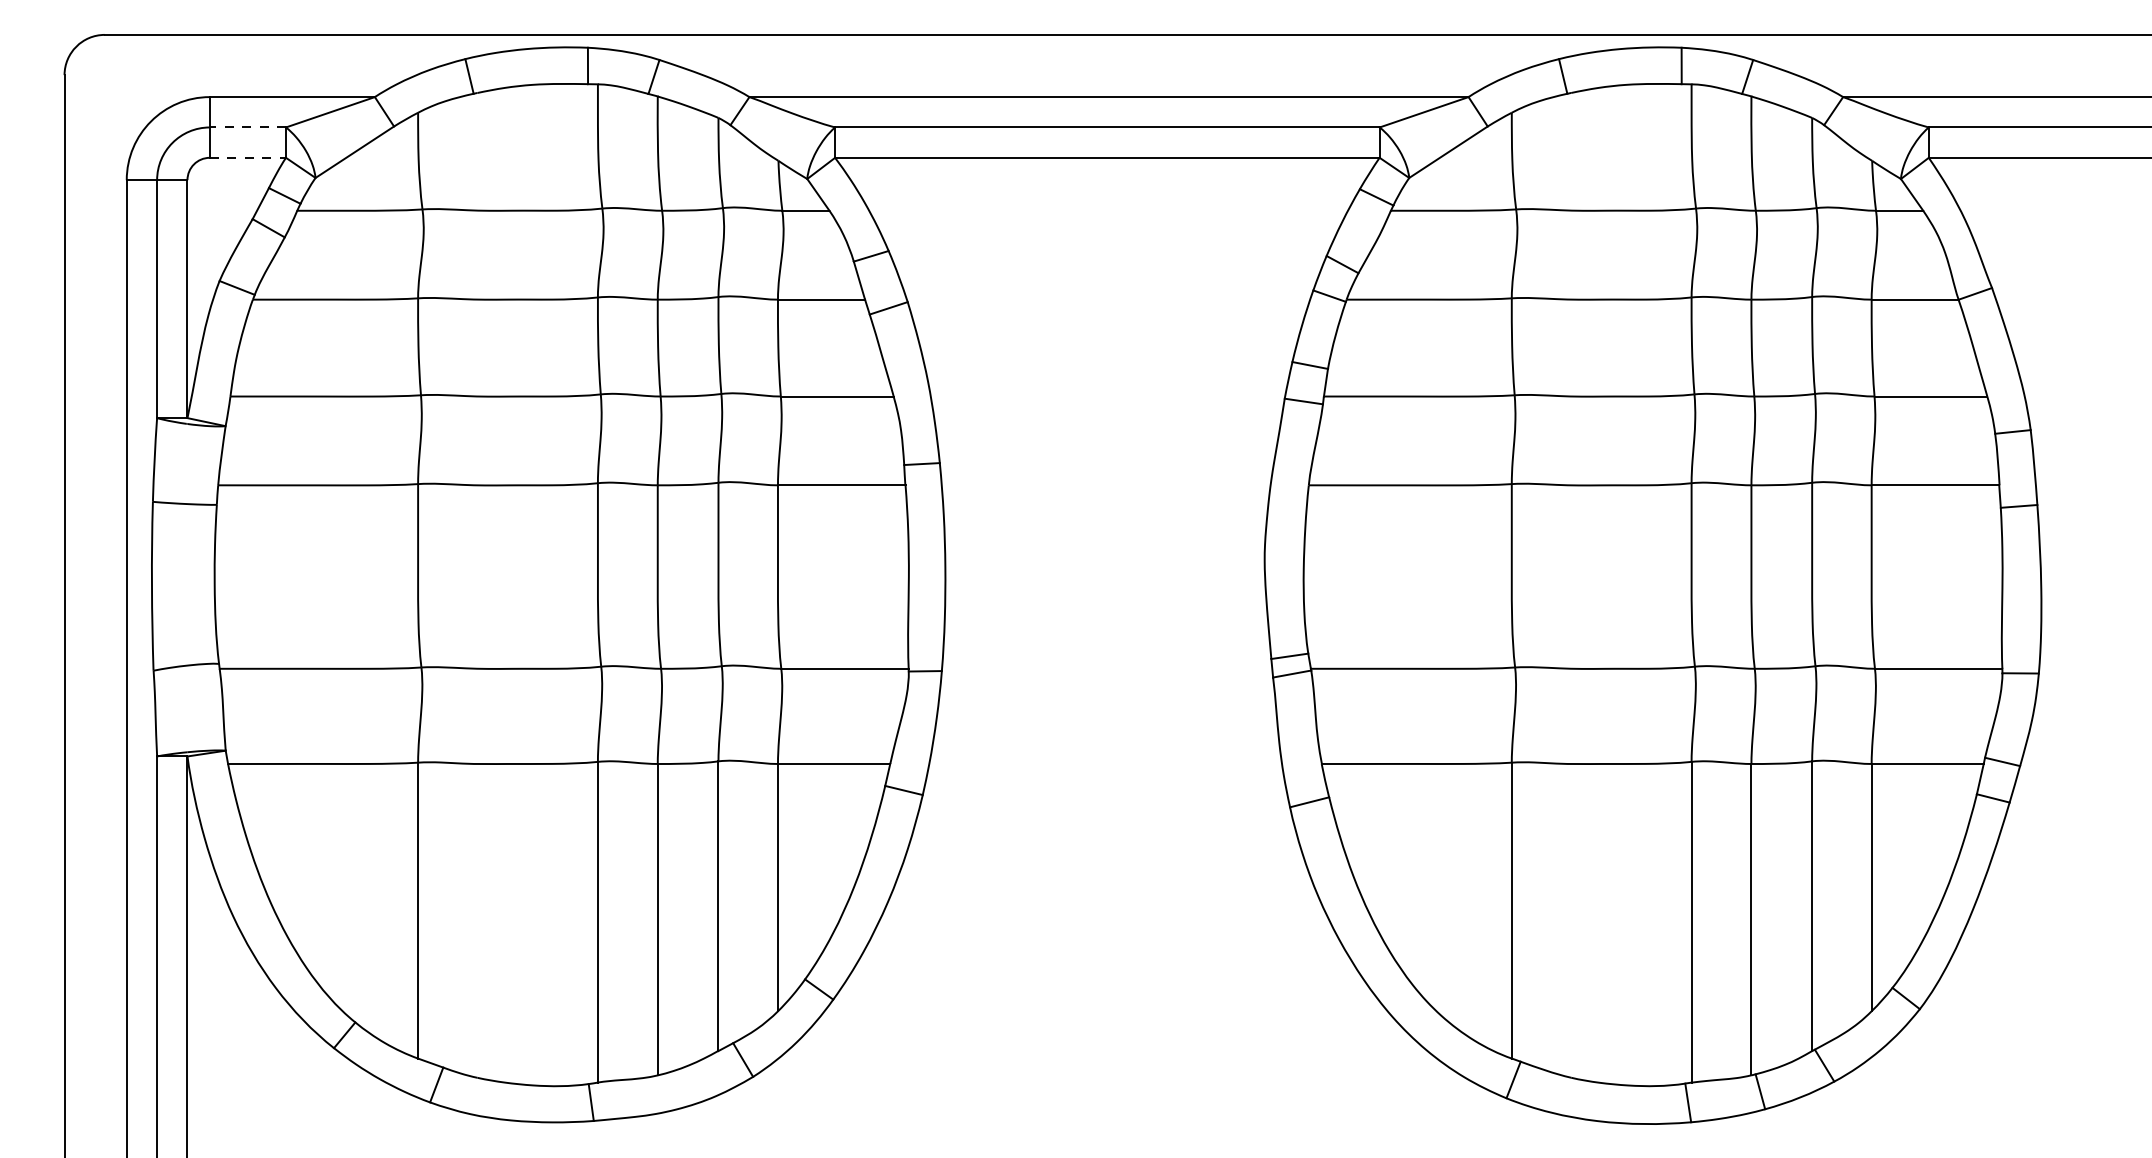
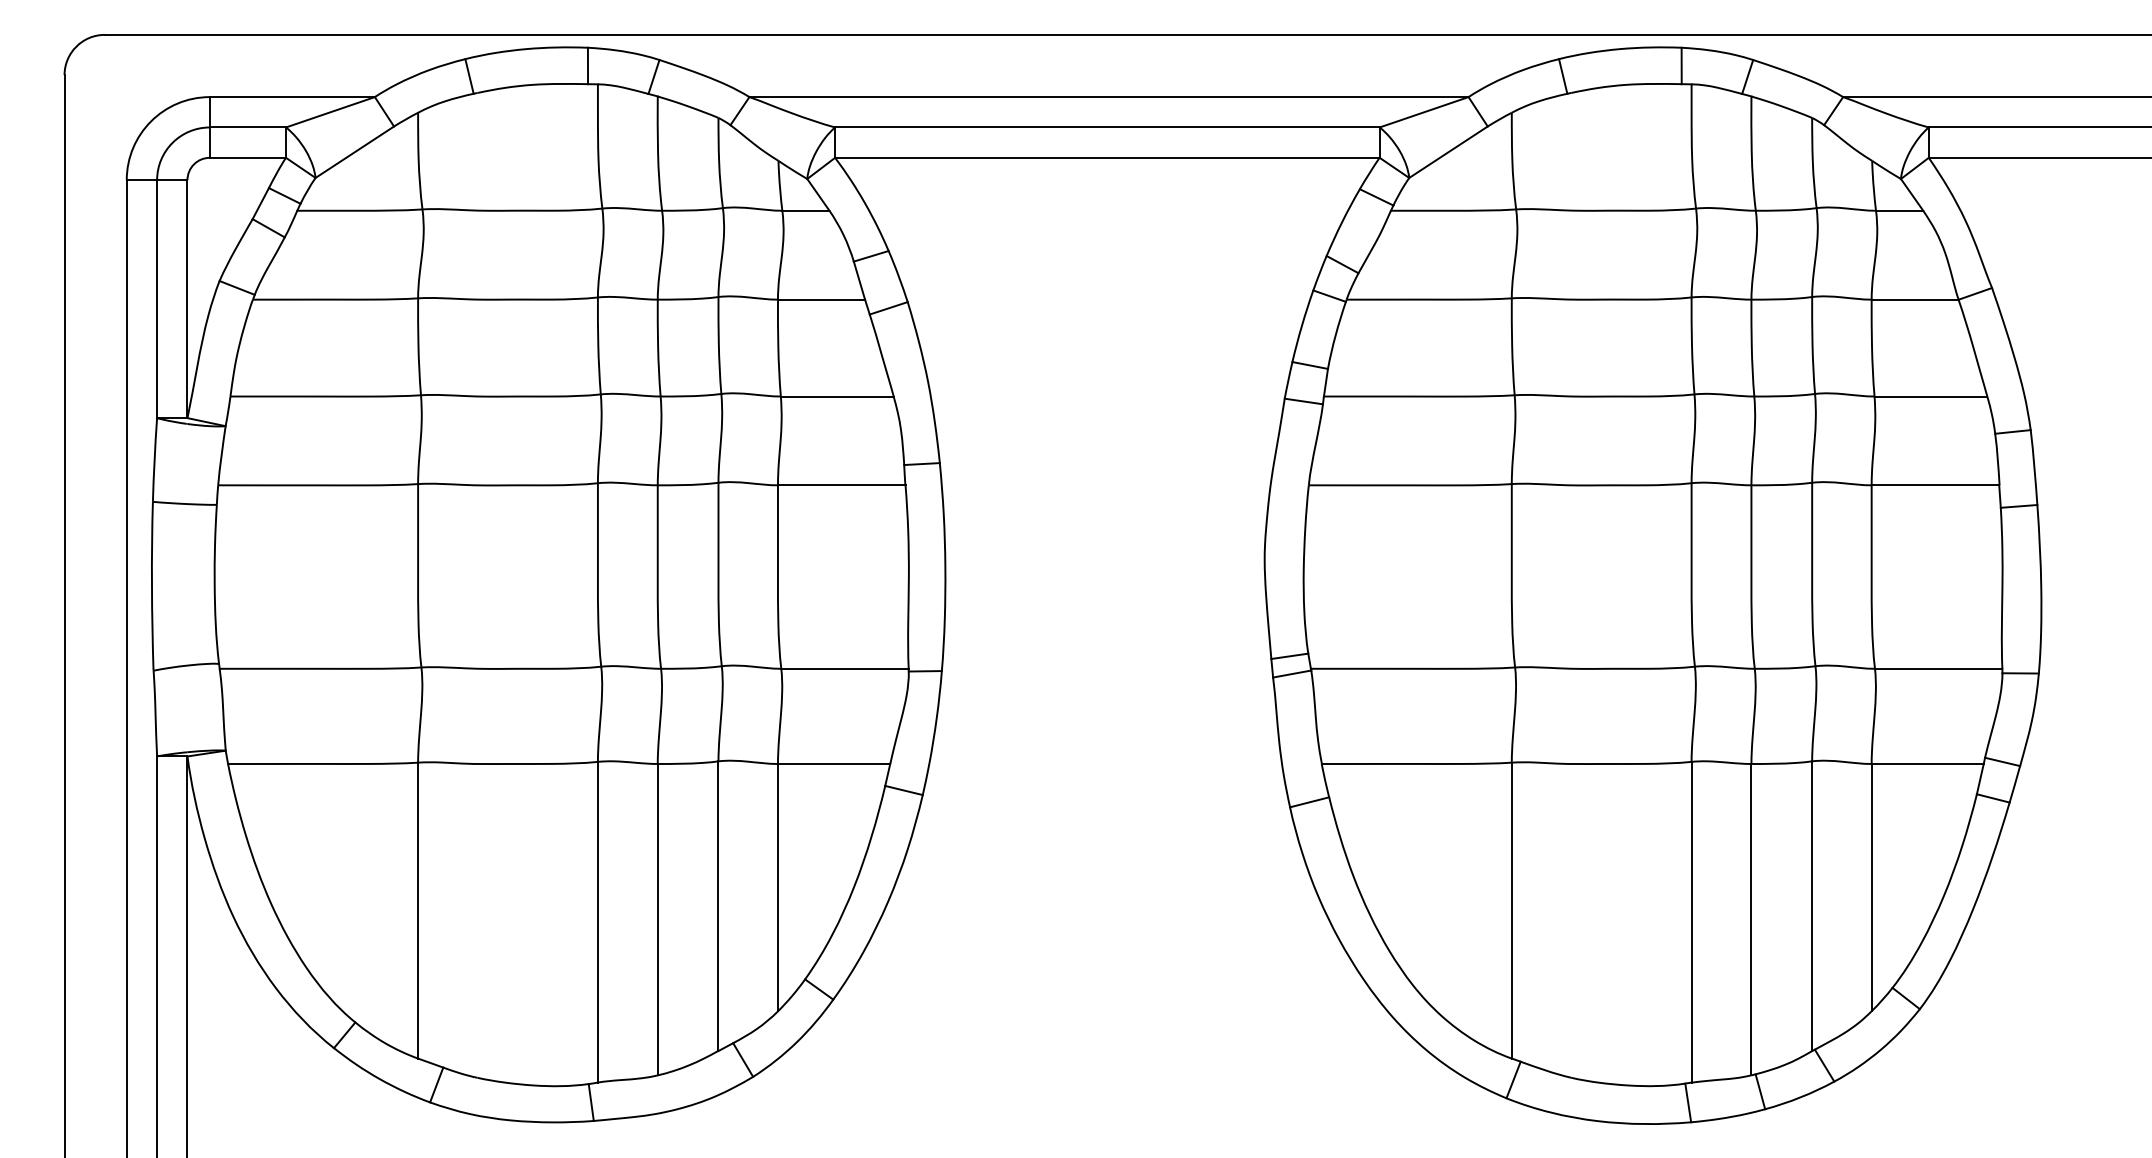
line at (247, 127): dashed -> solid
line at (248, 157): dashed -> solid
